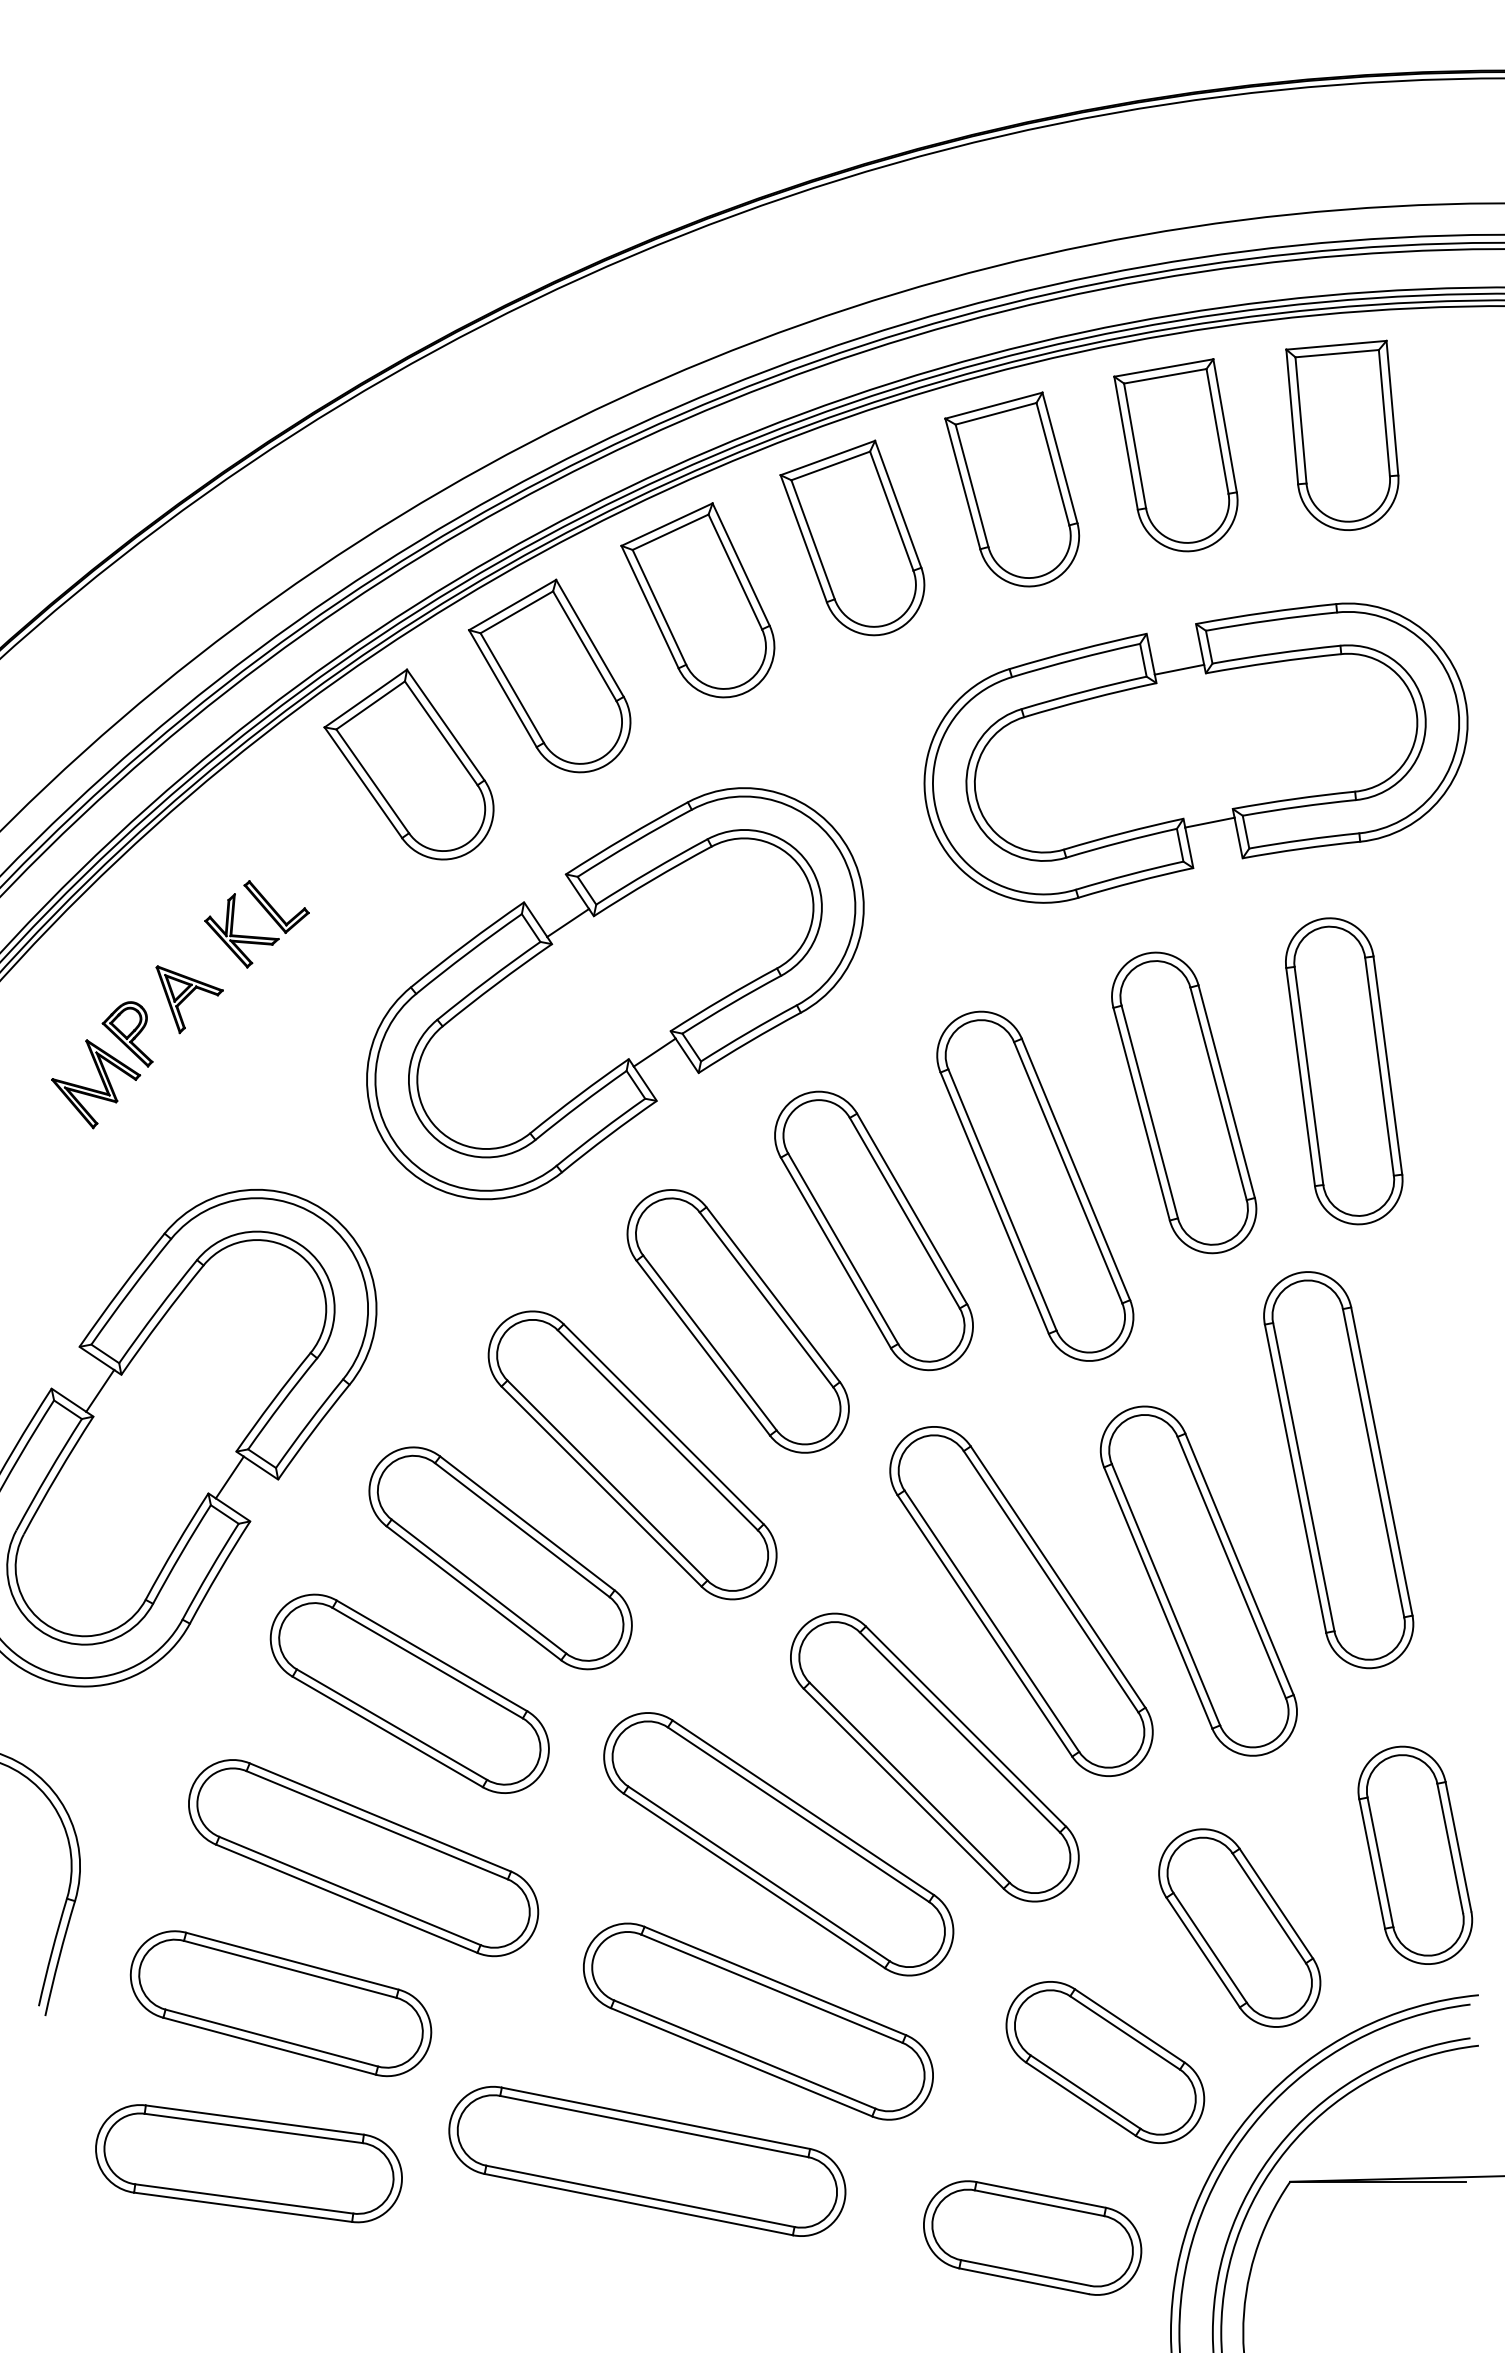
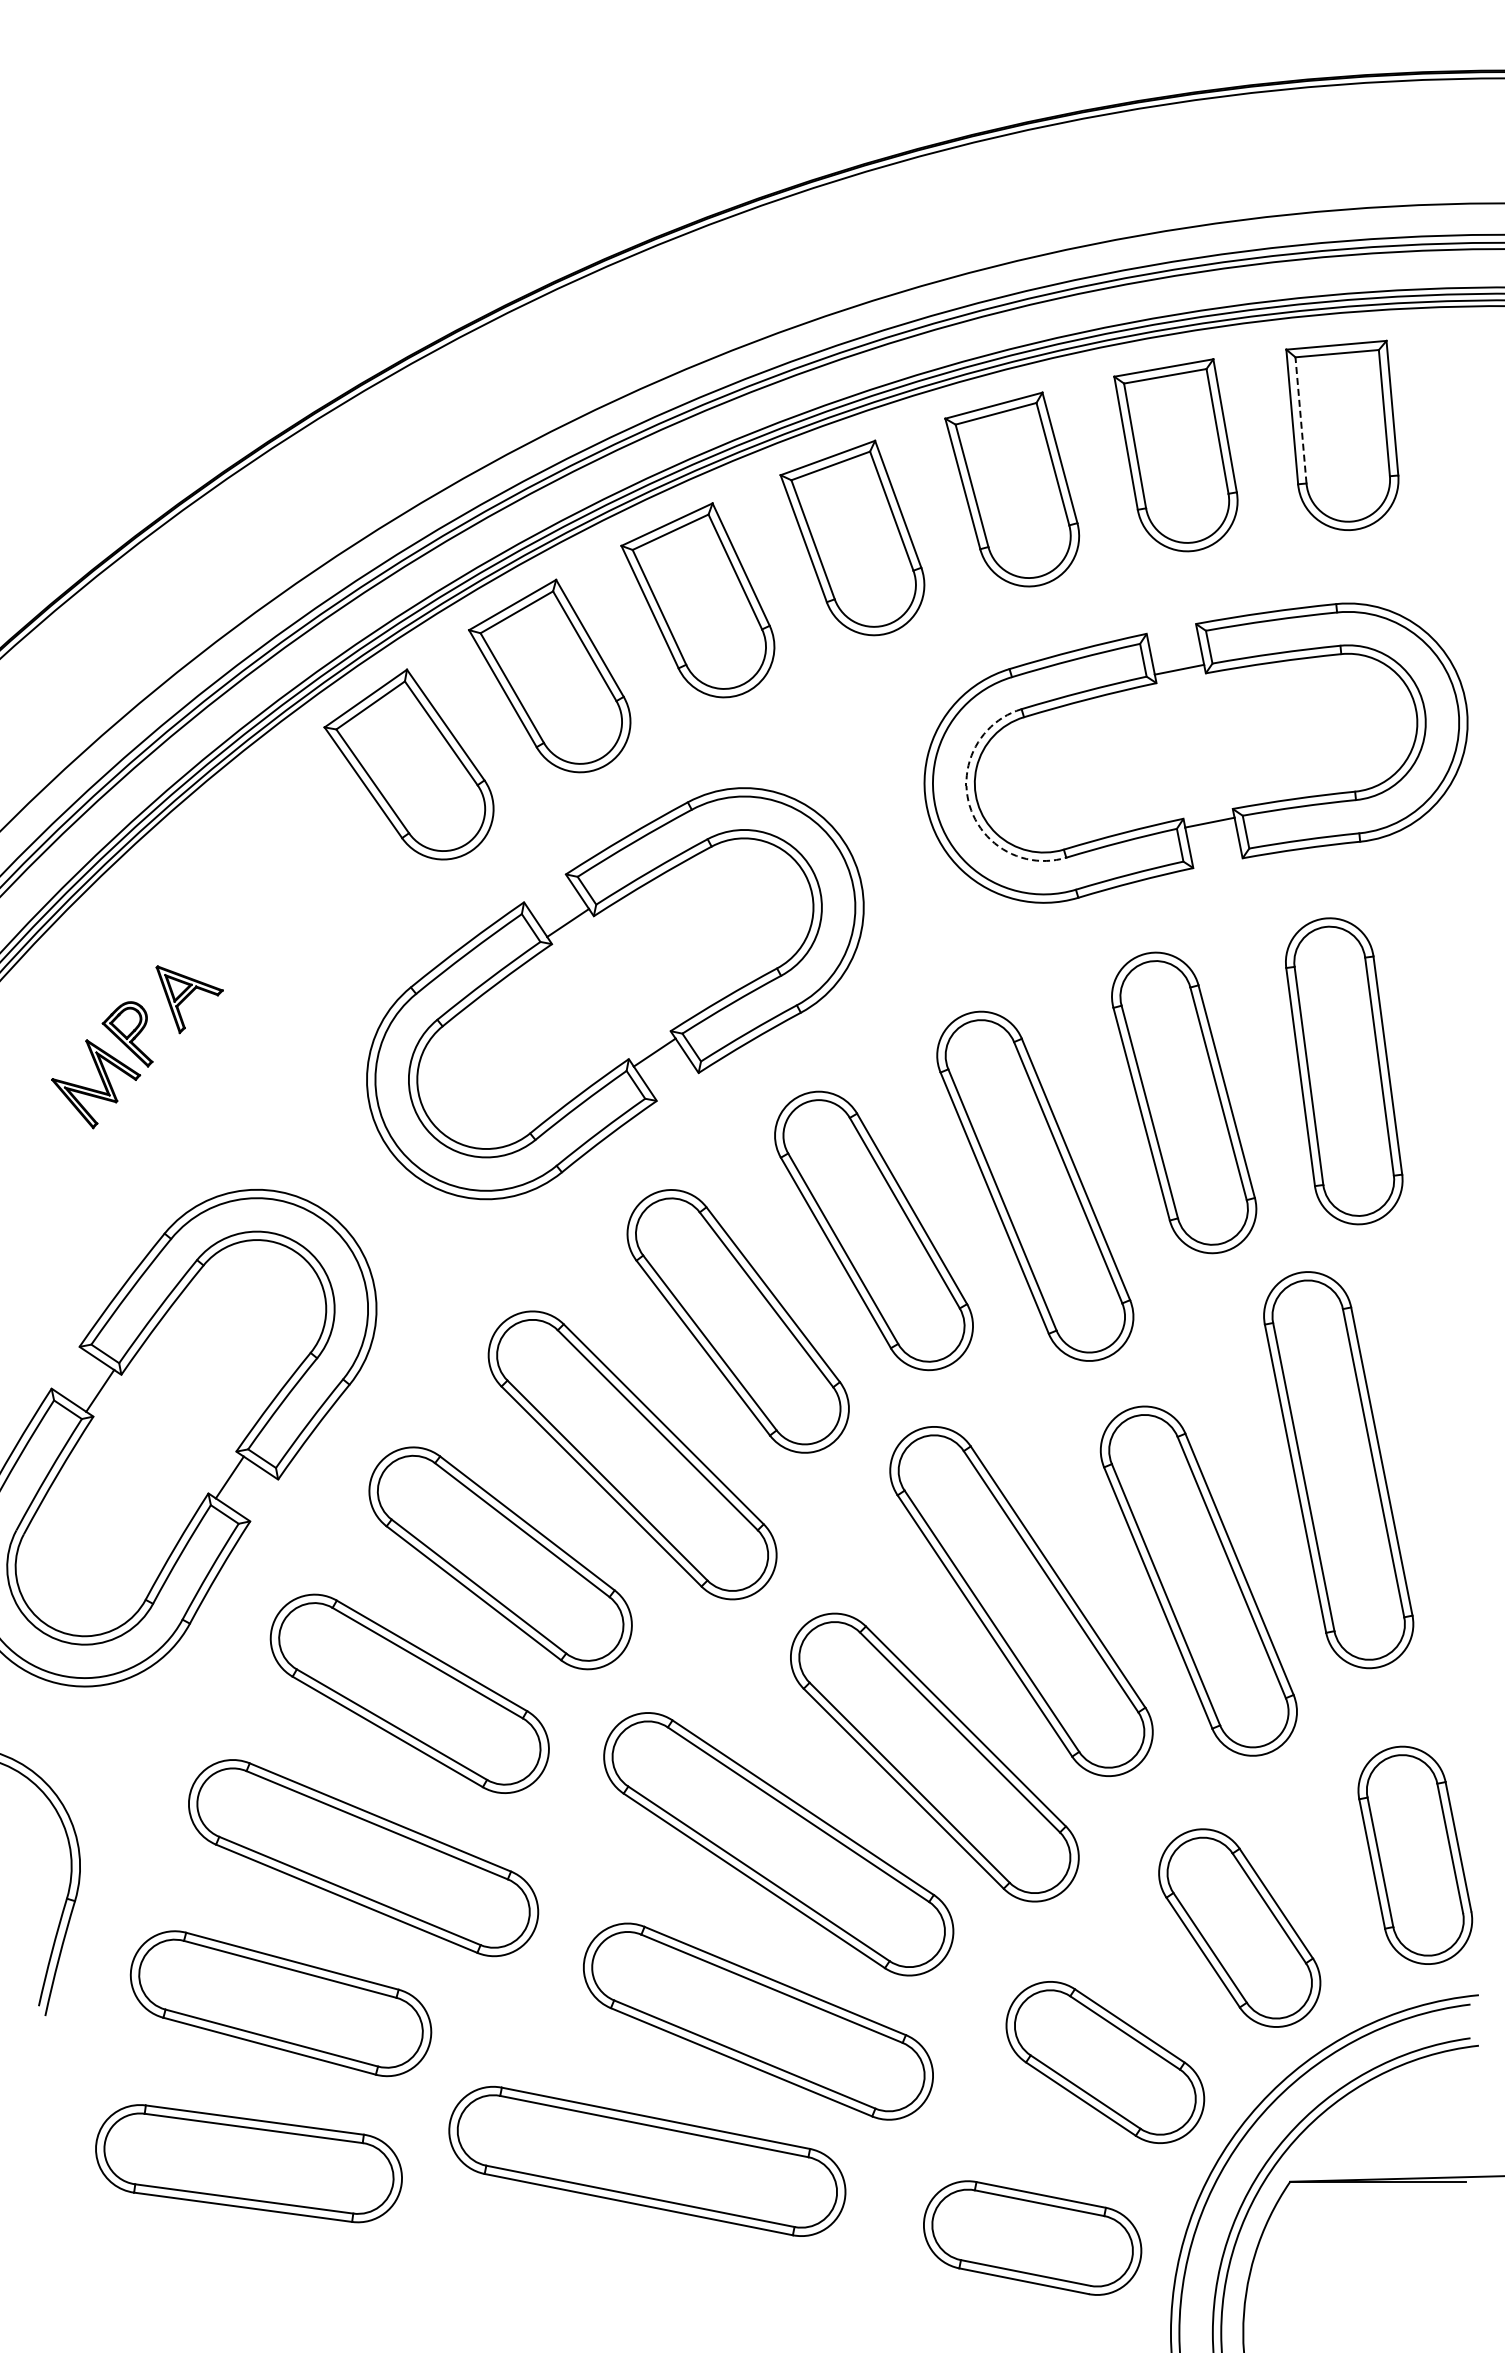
line at (1300, 419): solid -> dashed
arc at (969, 805): solid -> dashed
part at (256, 936): present -> none
